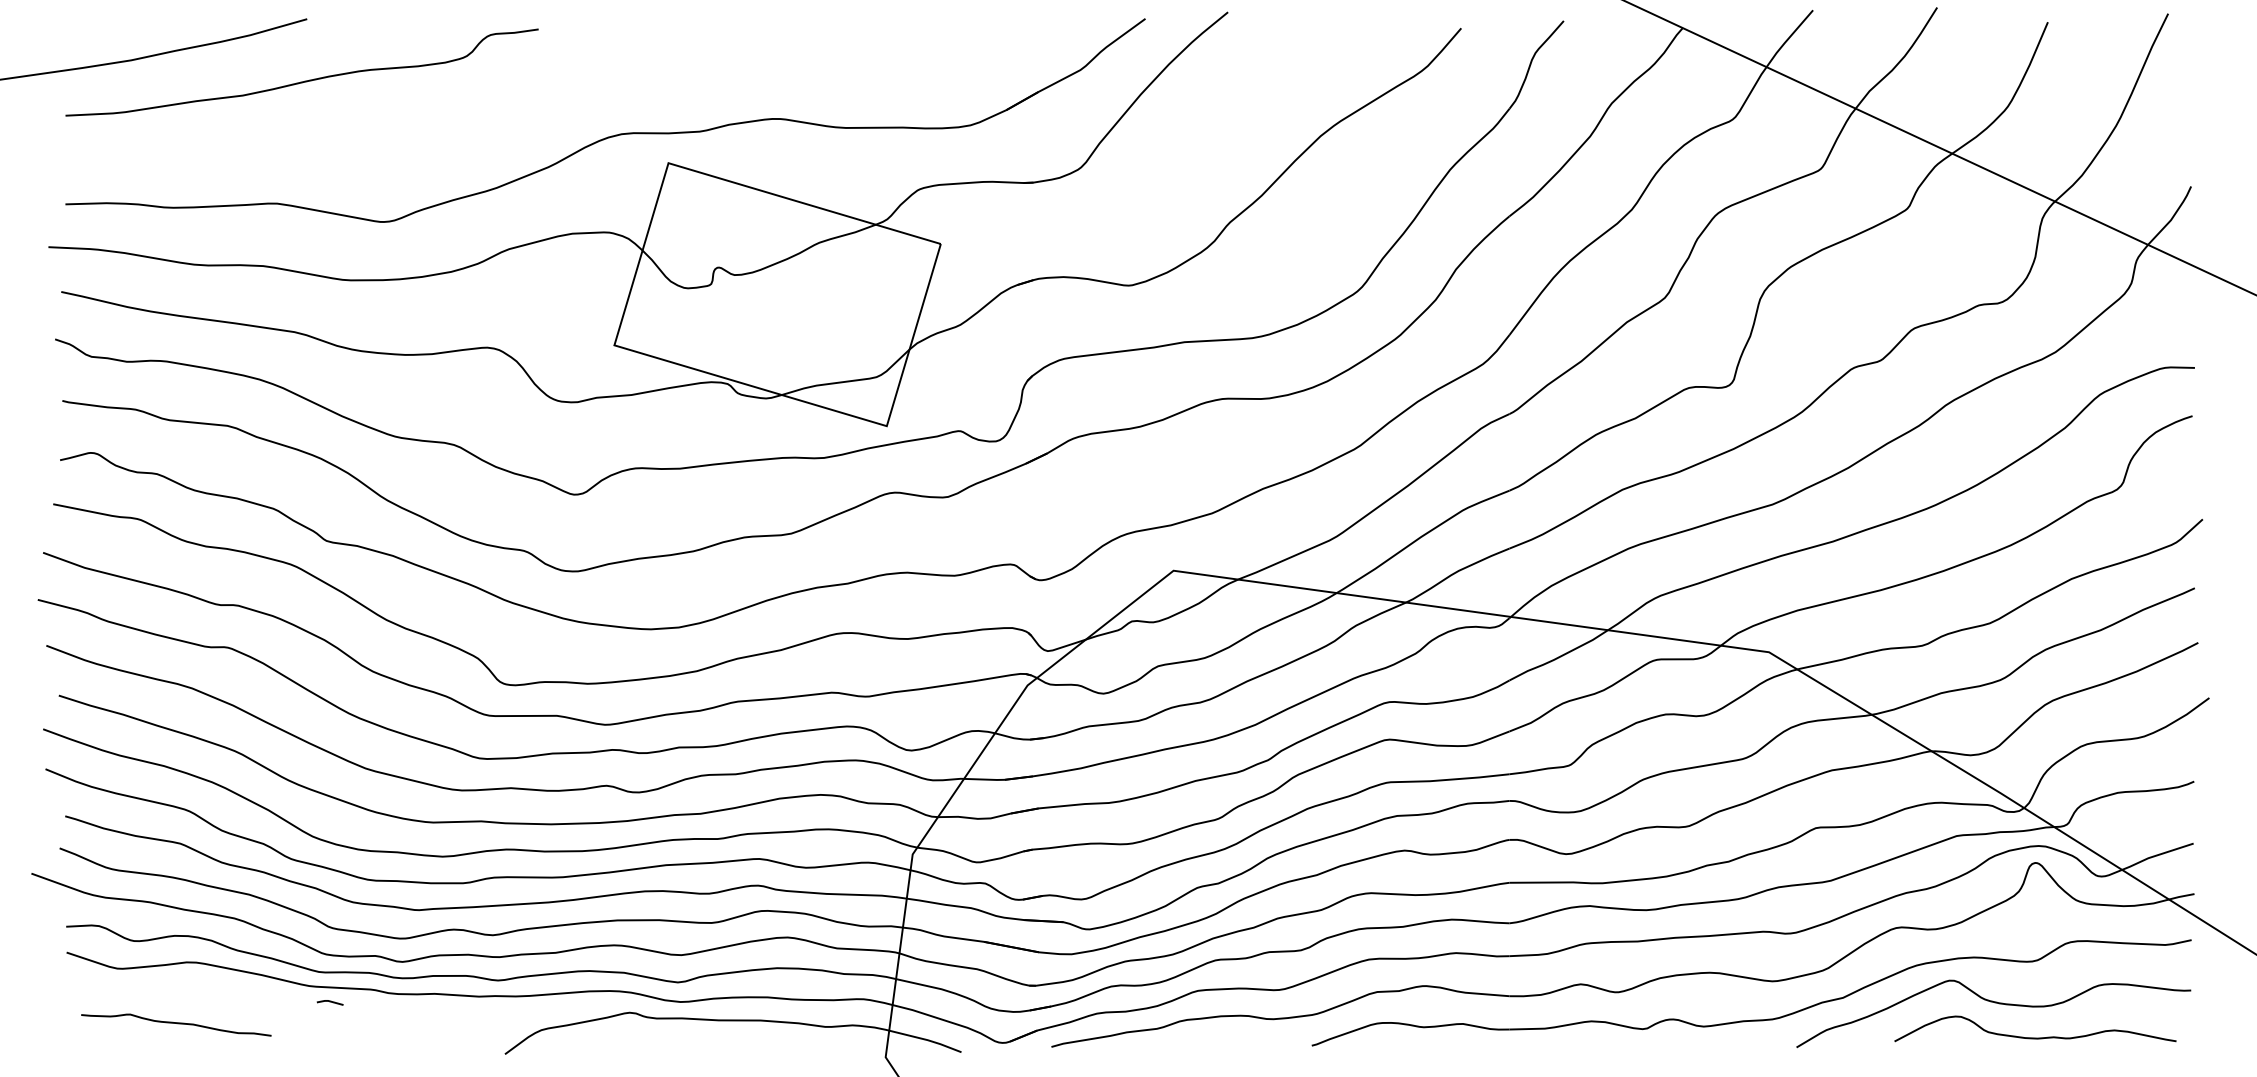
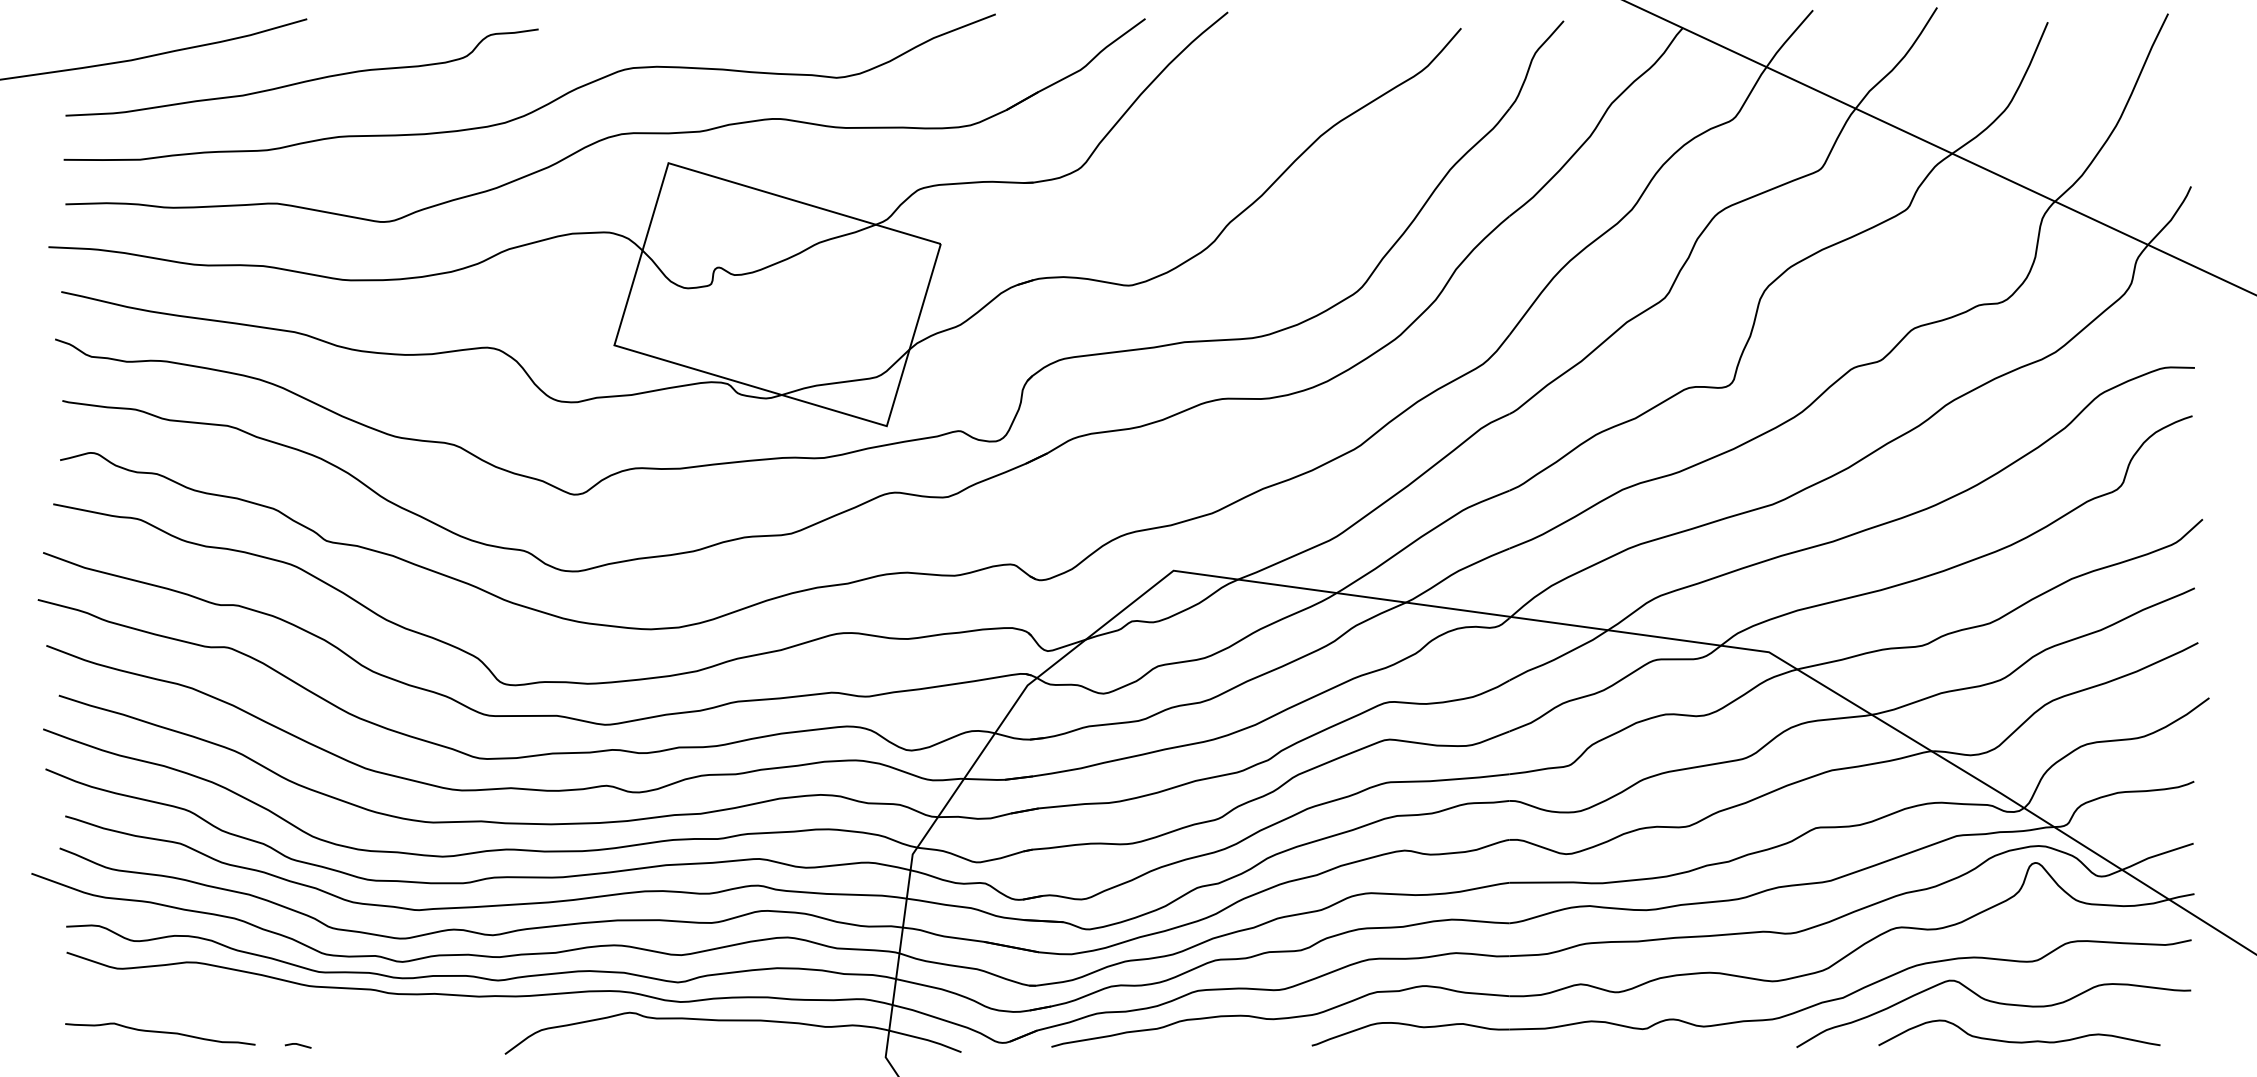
curve at (539, 107): none -> present
line at (329, 1002) position: (329, 1002) -> (297, 1045)
curve at (176, 1023) position: (176, 1023) -> (160, 1032)
curve at (2035, 1037) position: (2035, 1037) -> (2019, 1041)
